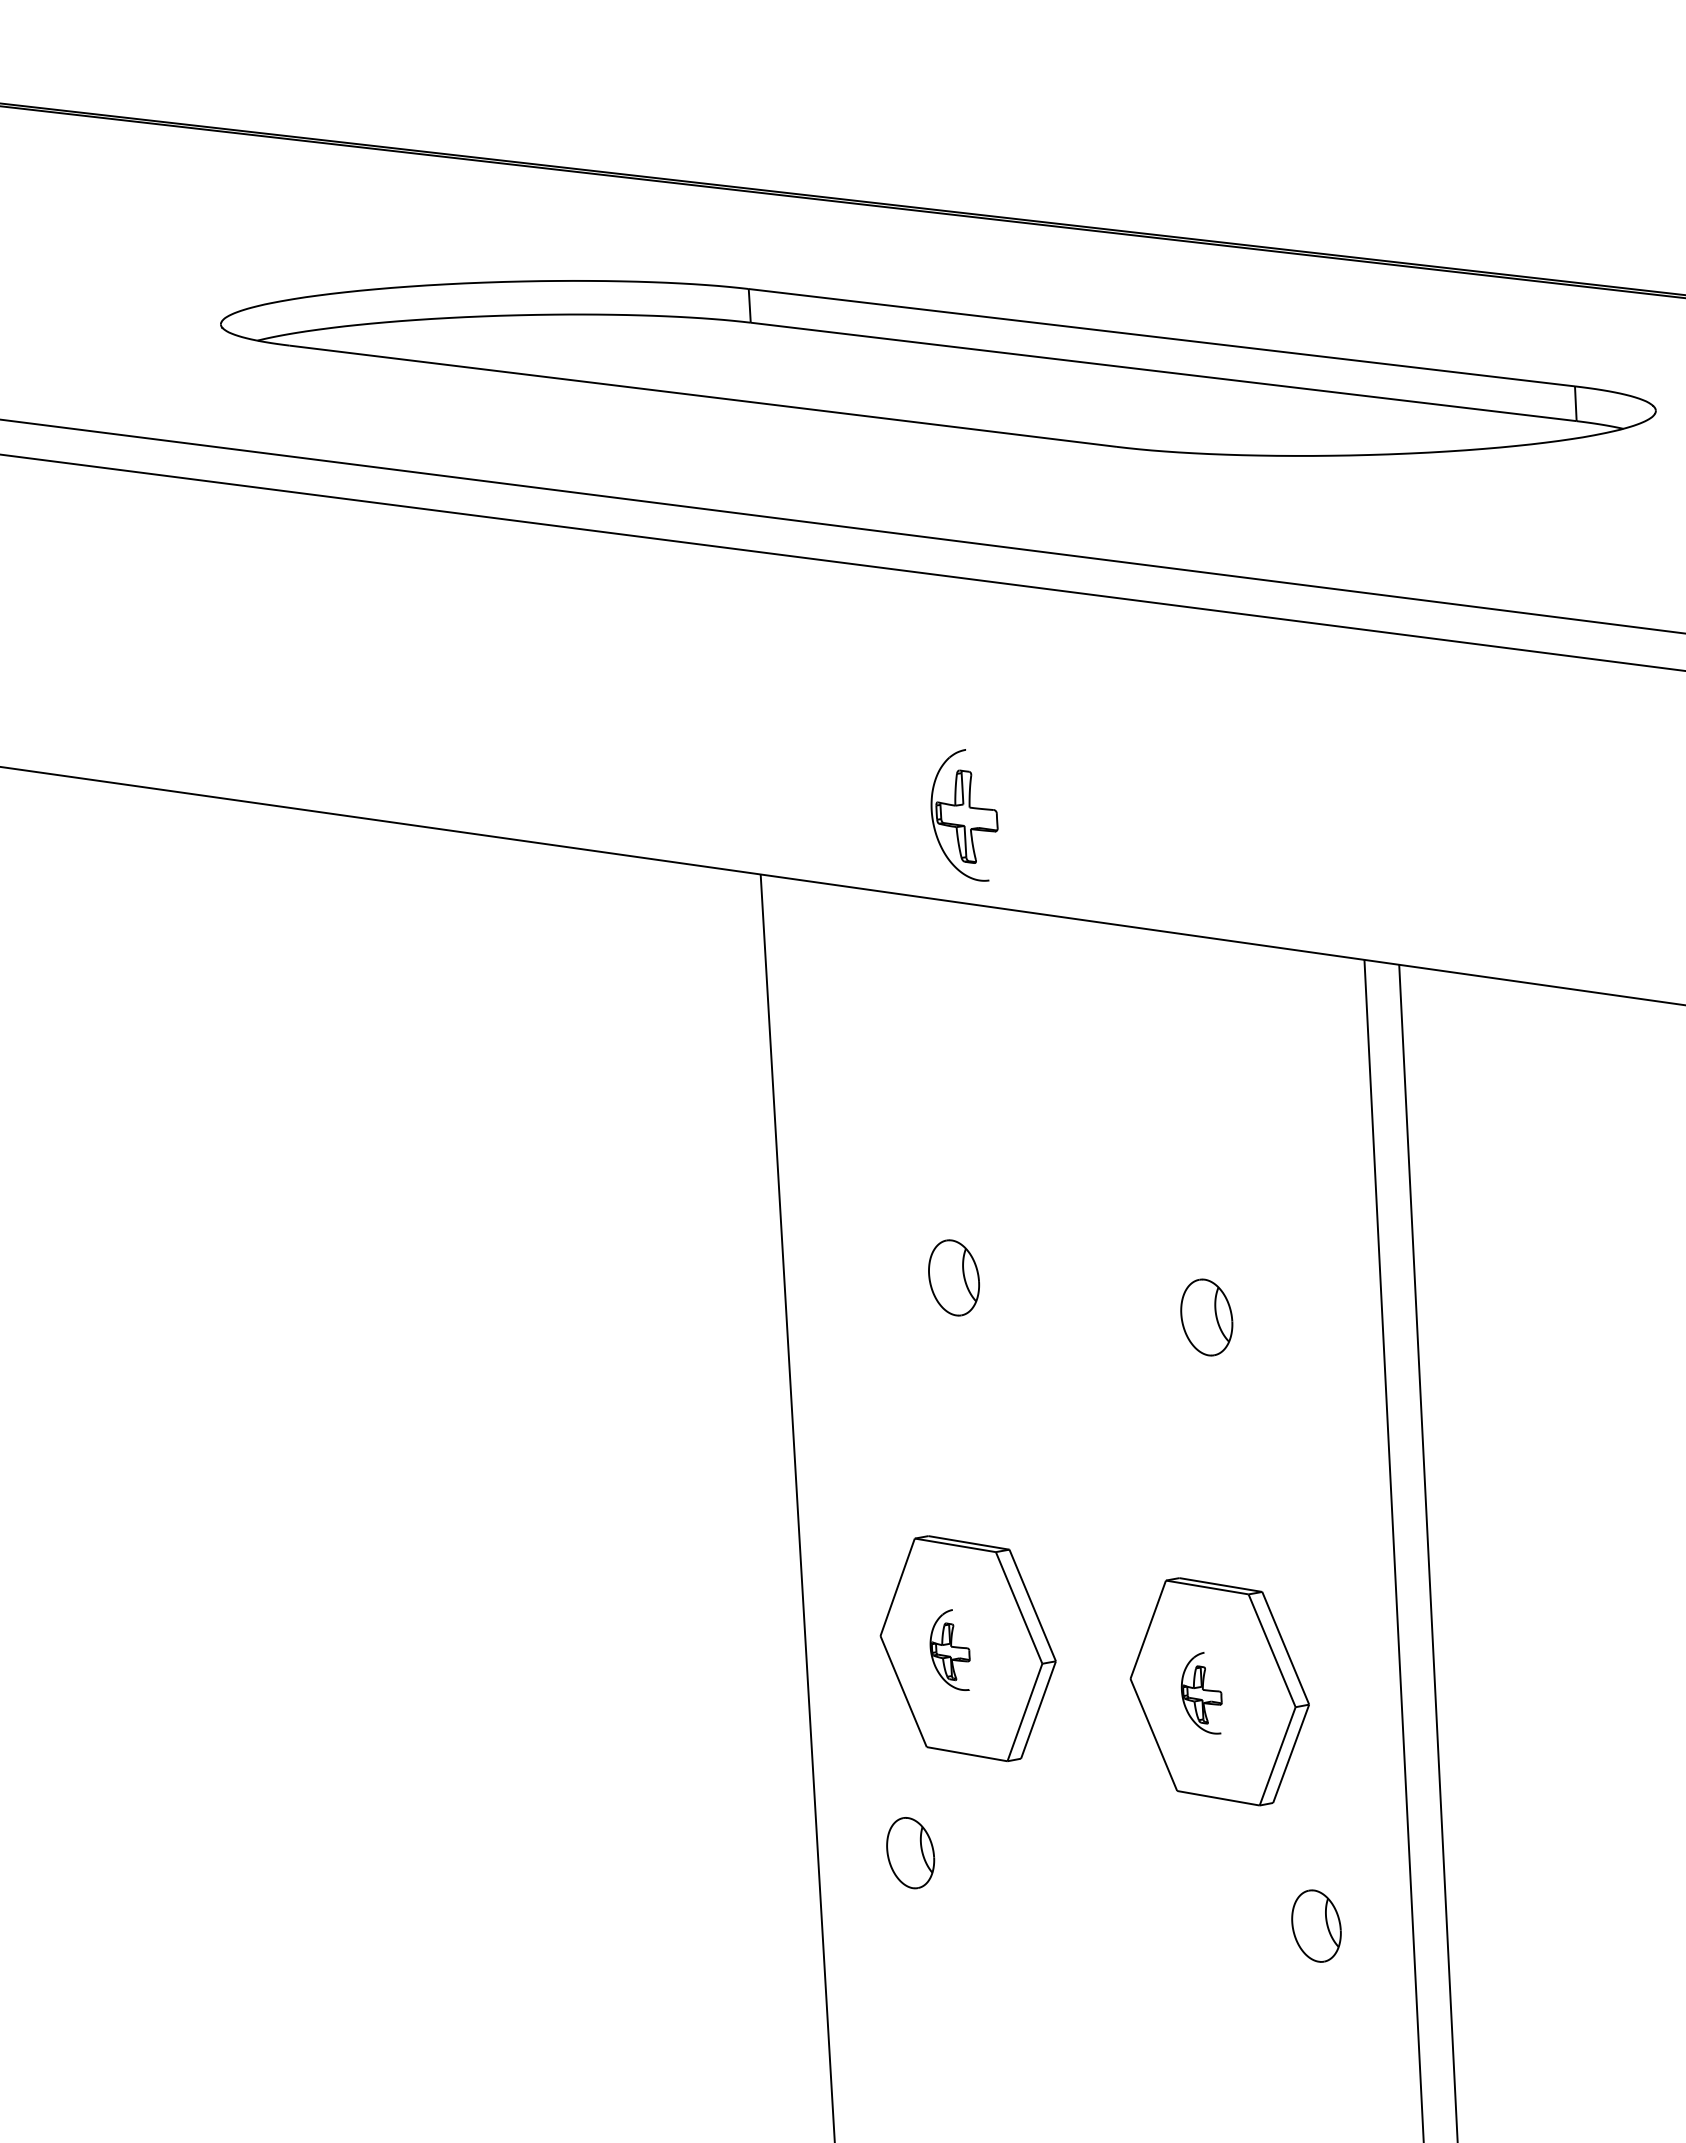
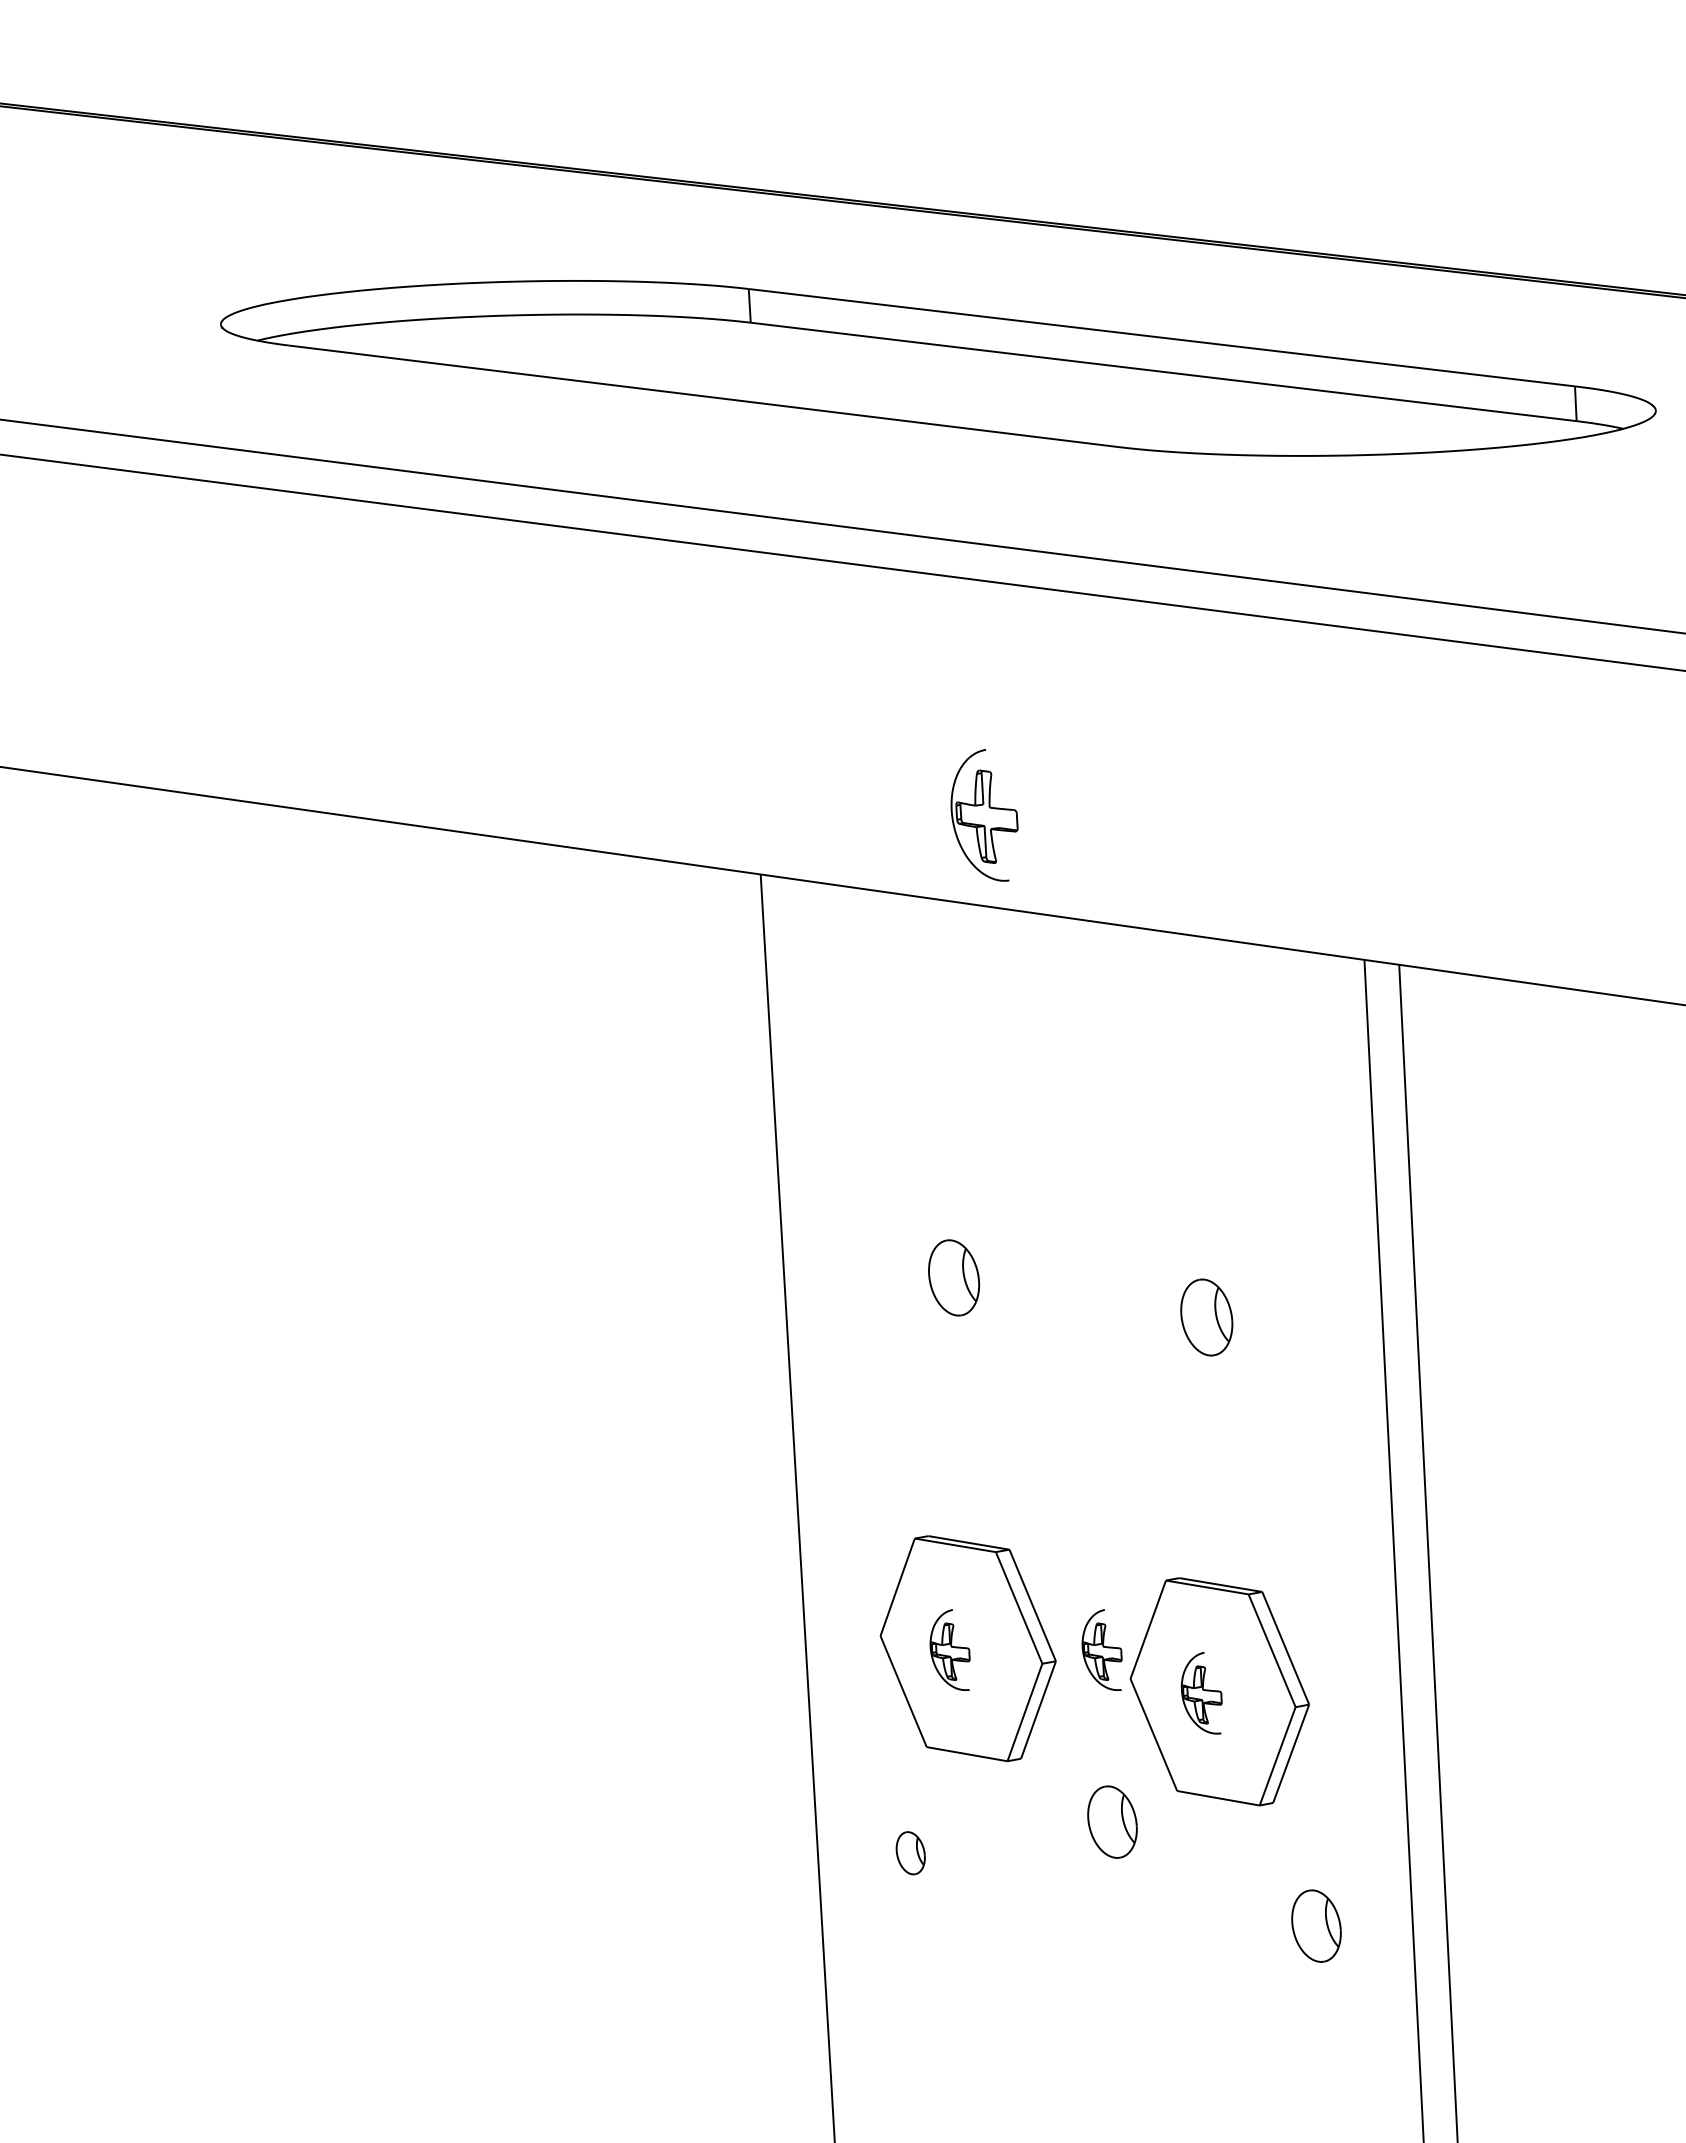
part at (964, 815) position: (964, 815) -> (984, 815)
part at (1101, 1649): none -> present
part at (1112, 1821): none -> present
part at (910, 1853) size: 50x73 px -> 31x45 px
